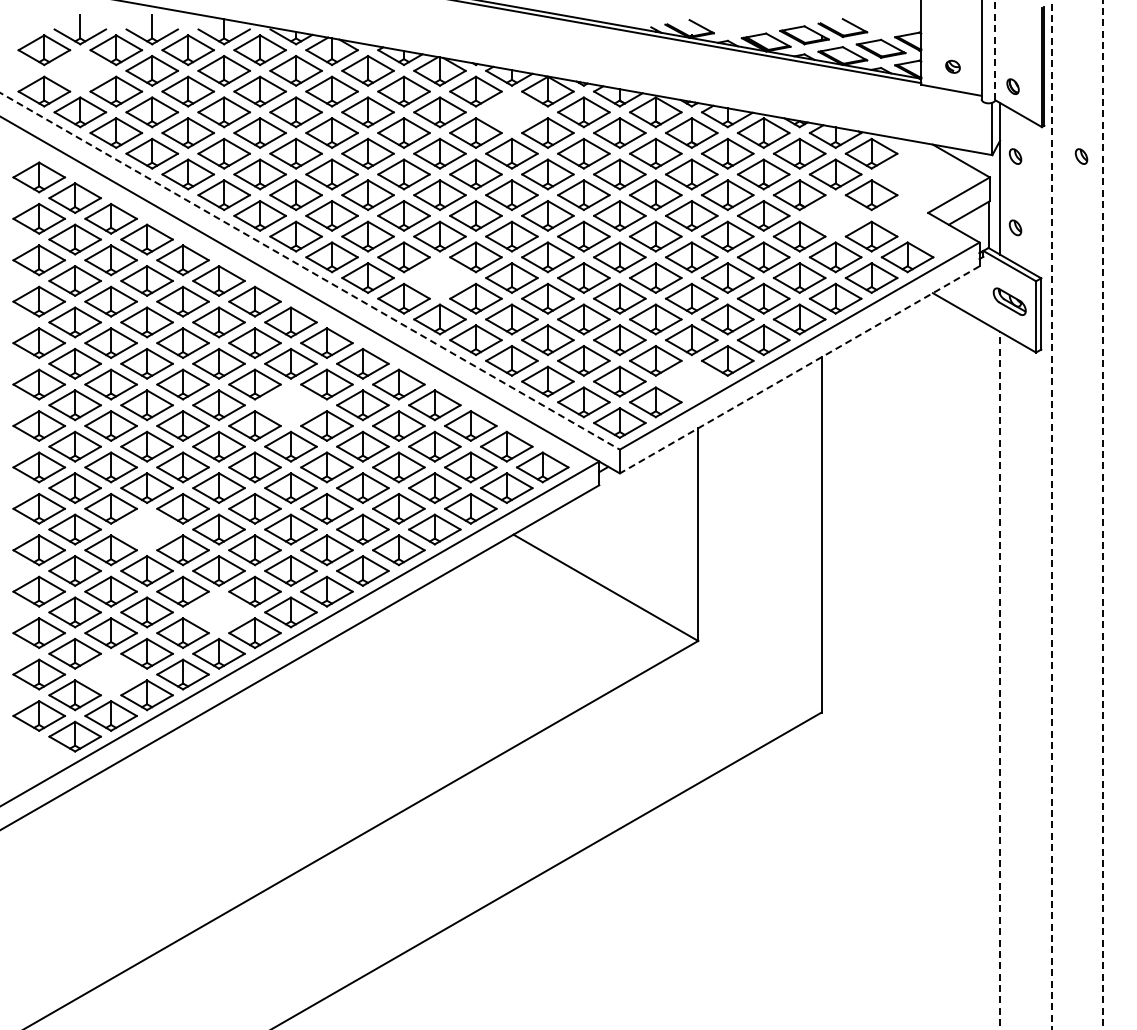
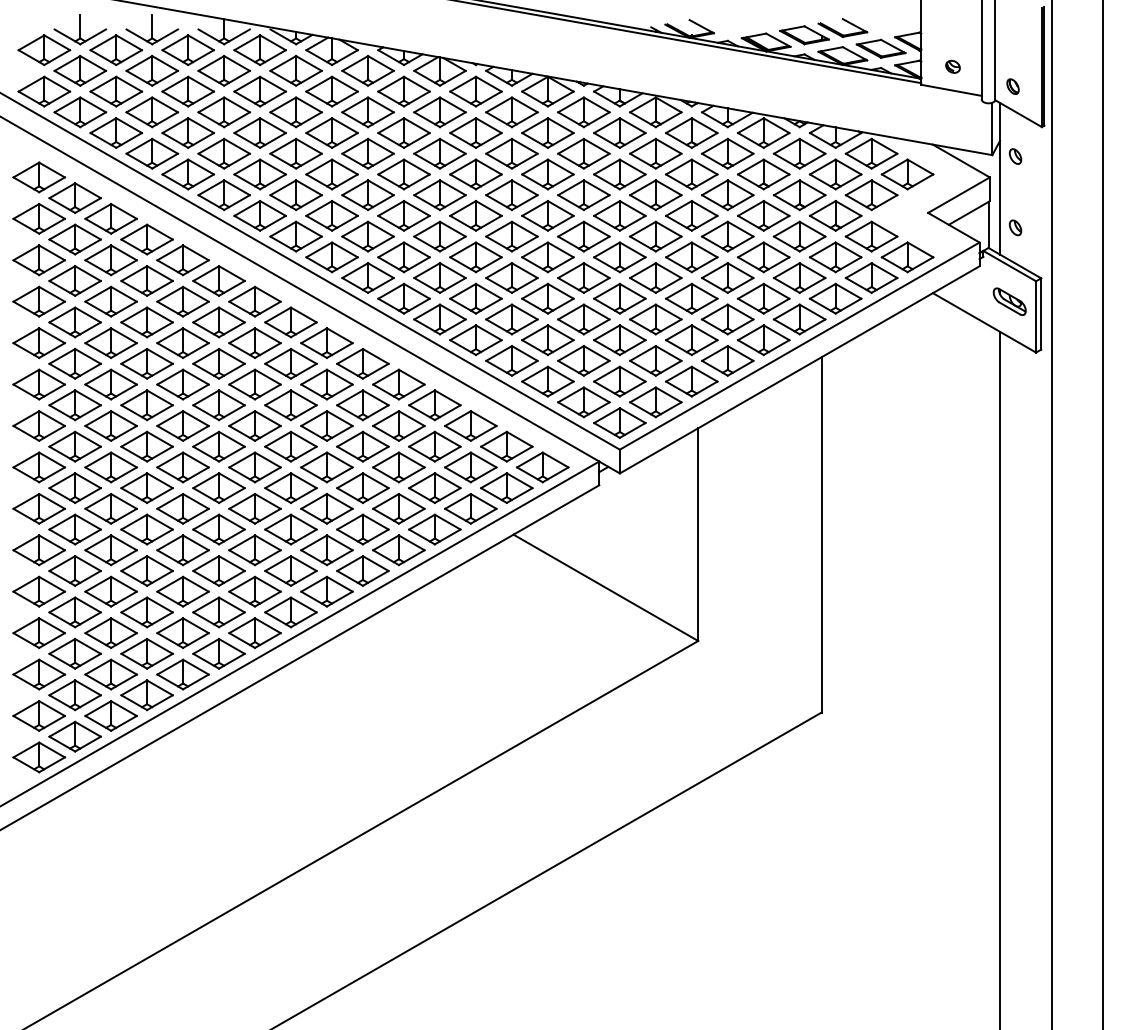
line at (995, 50): dashed -> solid
part at (80, 70): none -> present
part at (511, 112): none -> present
part at (1081, 156): present -> none
part at (907, 174): none -> present
part at (835, 215): none -> present
line at (310, 271): dashed -> solid
part at (439, 277): none -> present
line at (799, 369): dashed -> solid
part at (691, 381): none -> present
part at (290, 405): none -> present
line at (1051, 514): dashed -> solid
line at (1102, 514): dashed -> solid
part at (146, 529): none -> present
part at (218, 612): none -> present
part at (110, 674): none -> present
line at (1000, 680): dashed -> solid
part at (38, 757): none -> present
